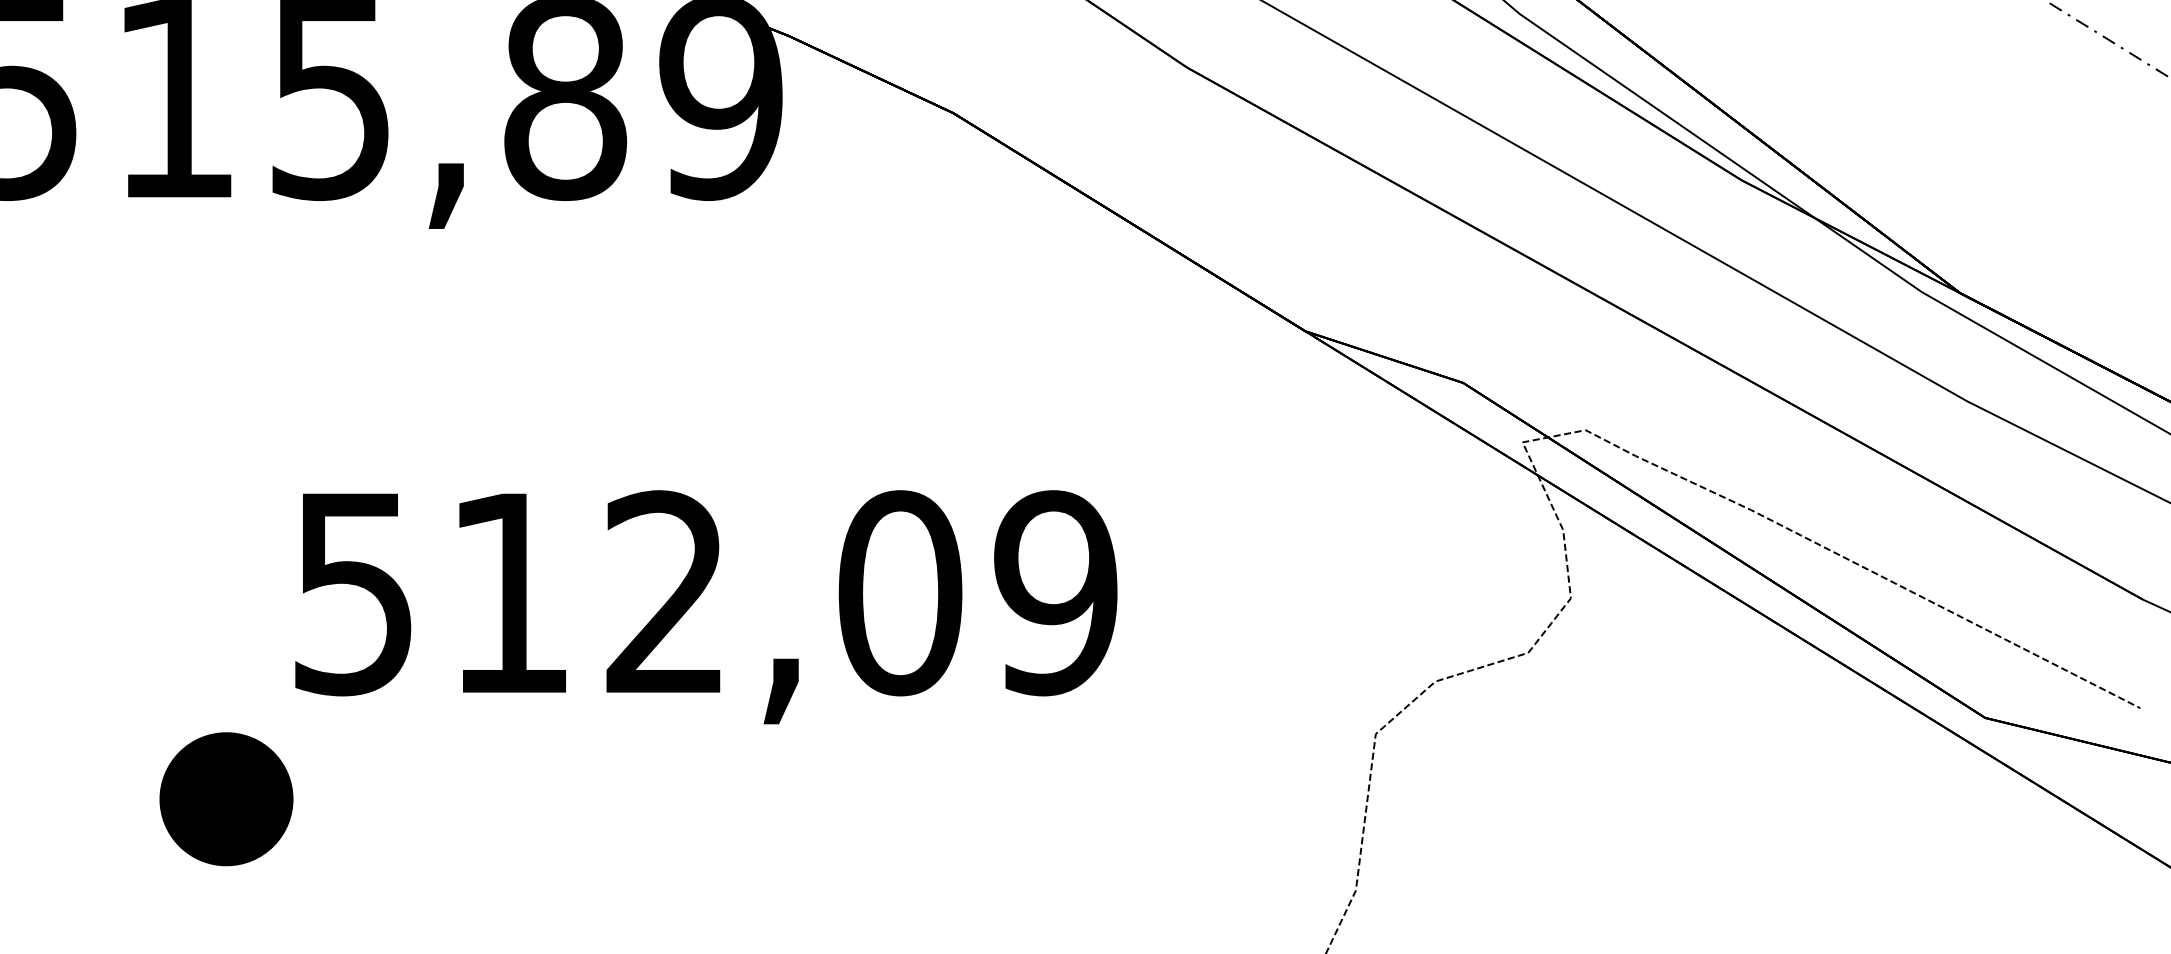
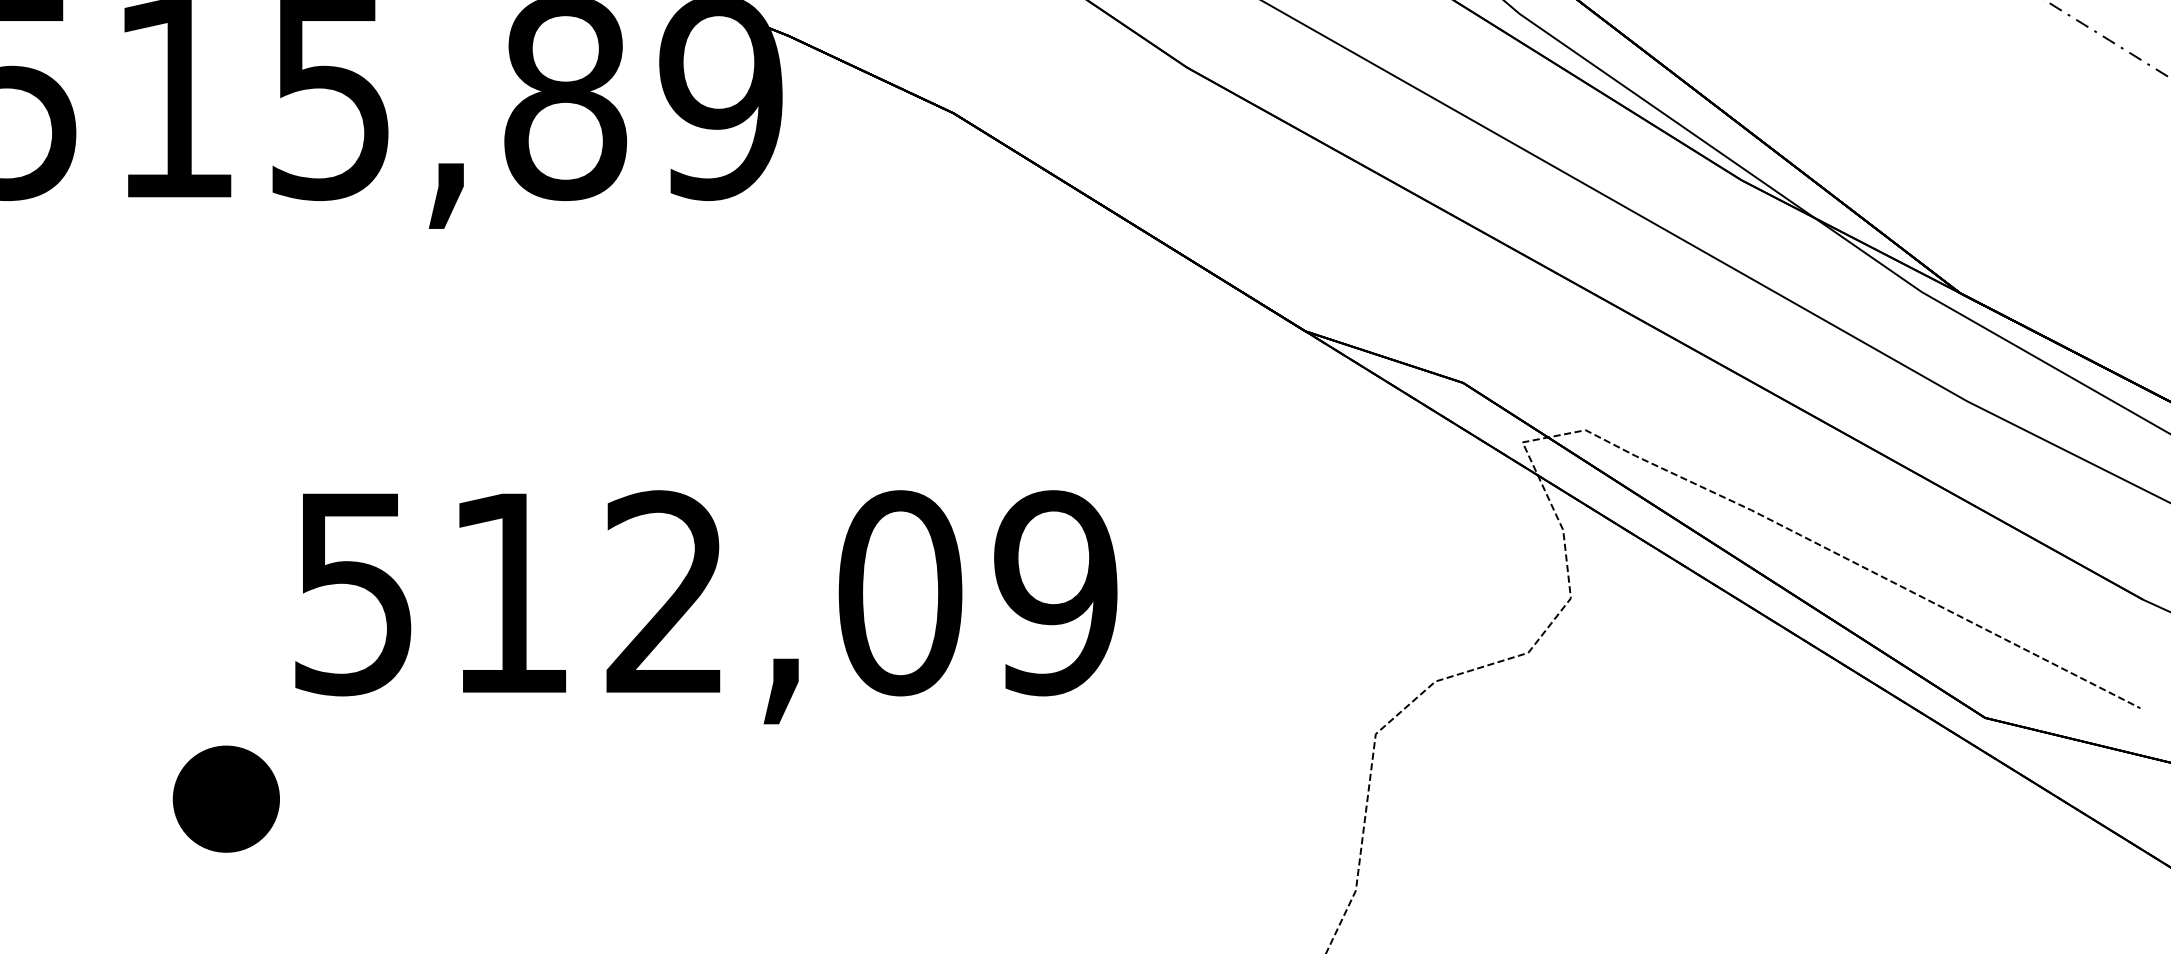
part at (226, 799) size: 135x135 px -> 108x108 px
